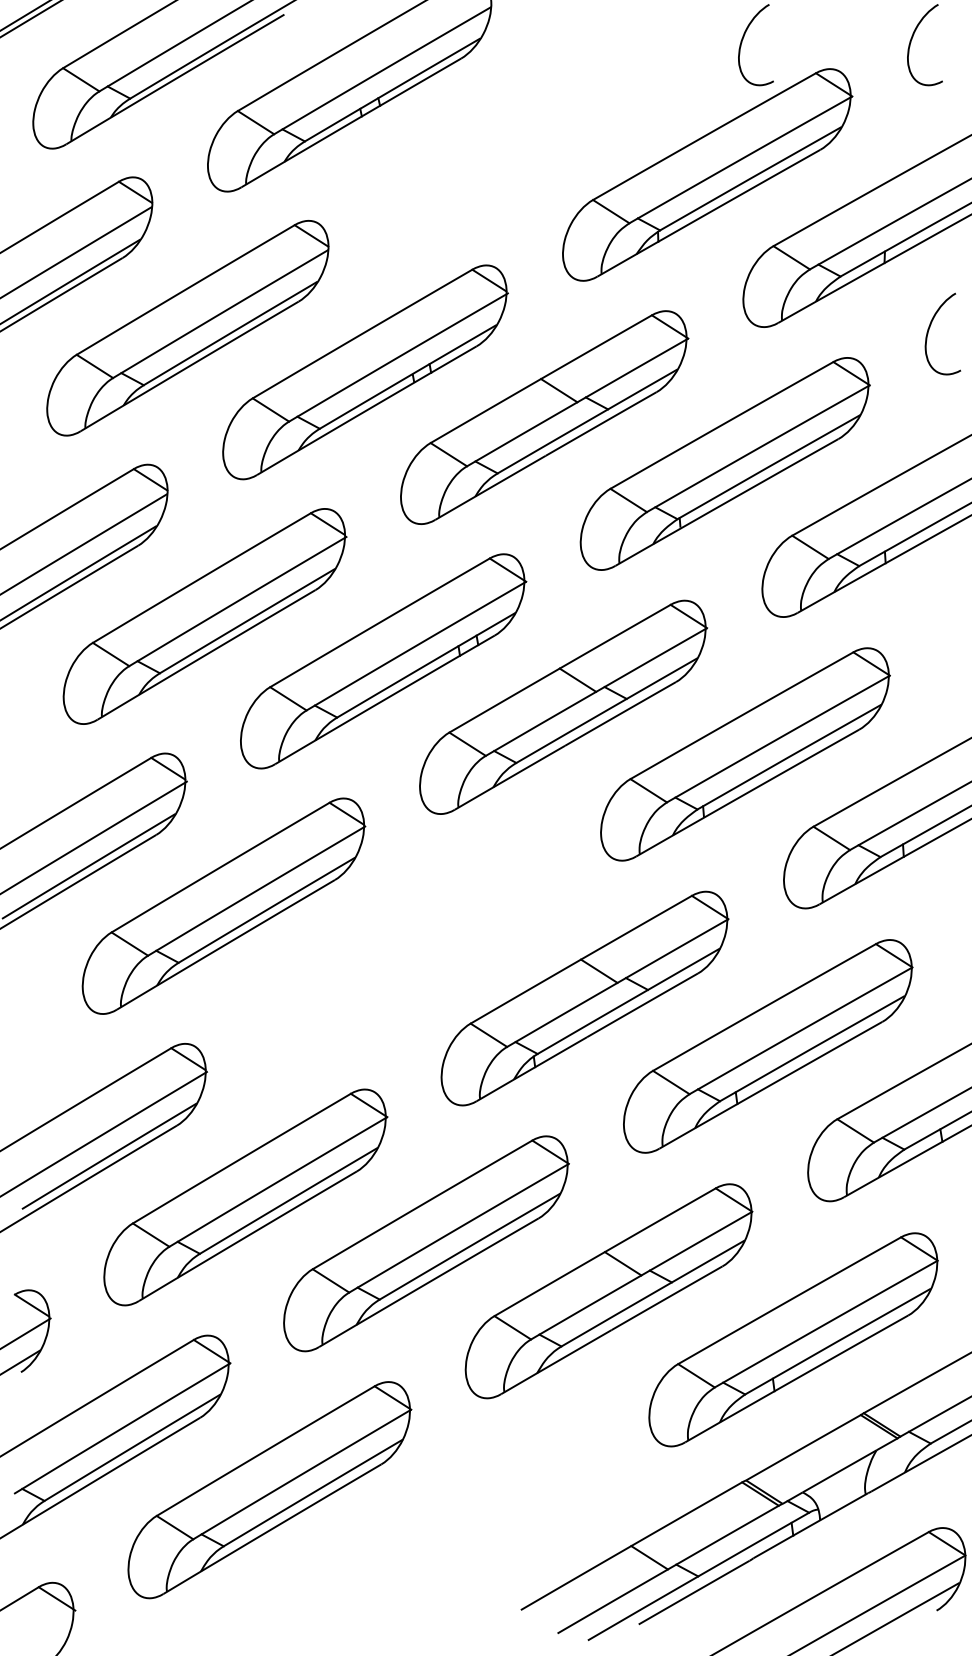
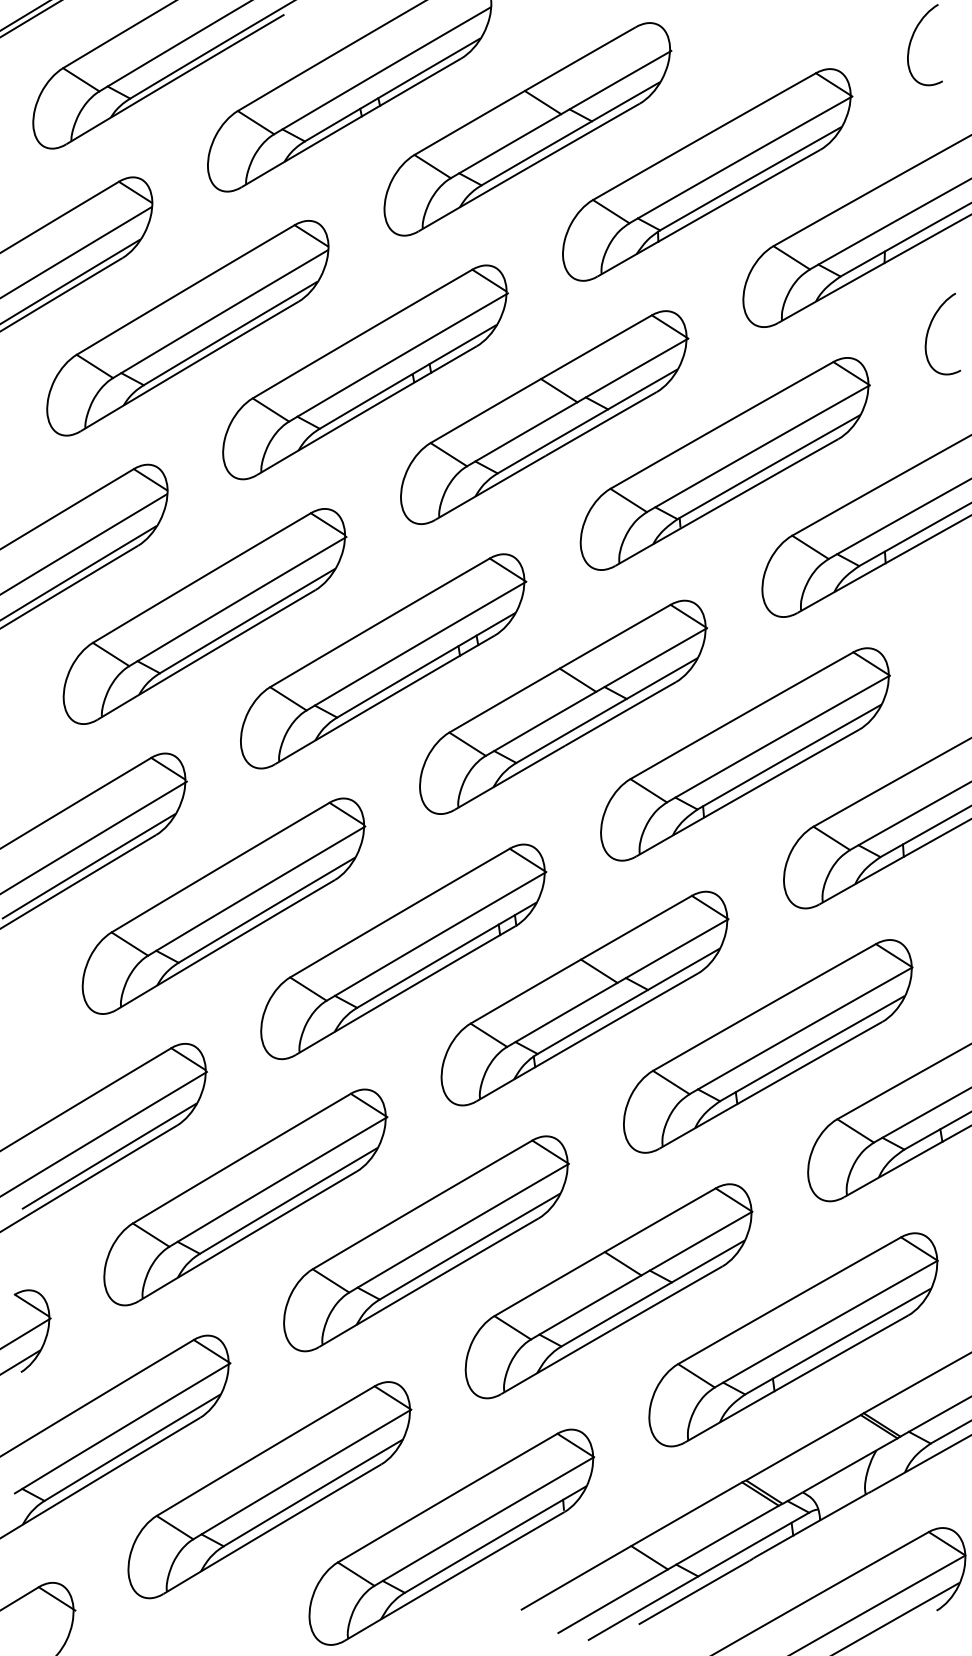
curve at (742, 42): present -> none
part at (527, 129): none -> present
part at (403, 951): none -> present
part at (451, 1536): none -> present
